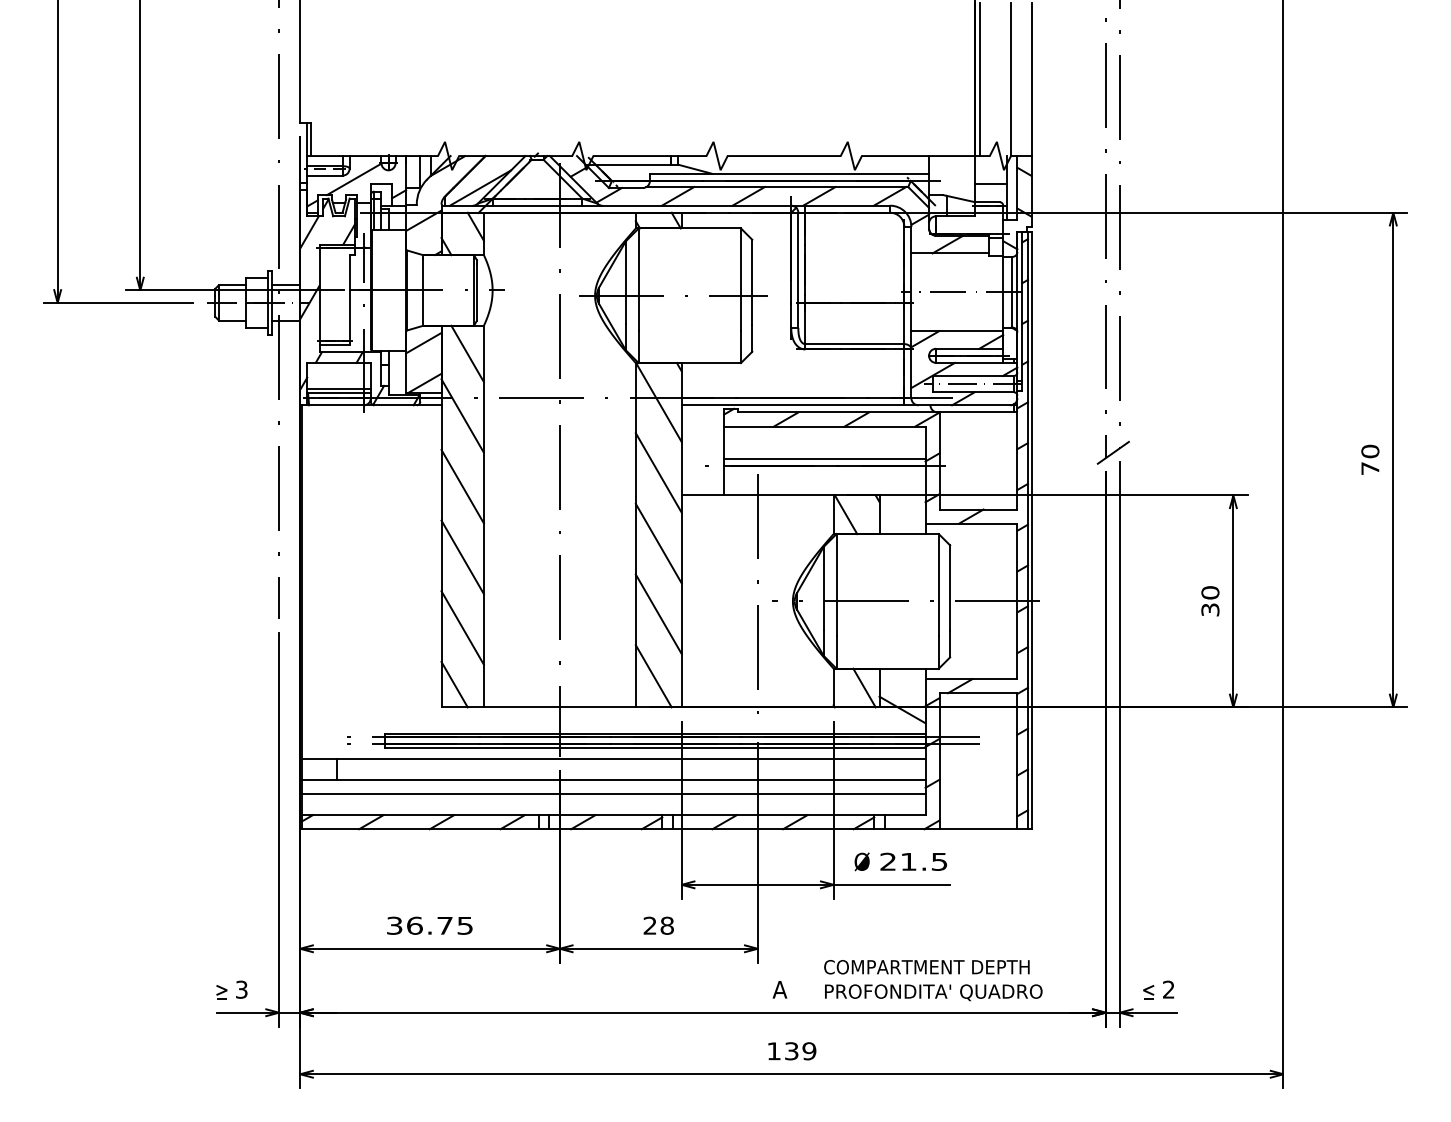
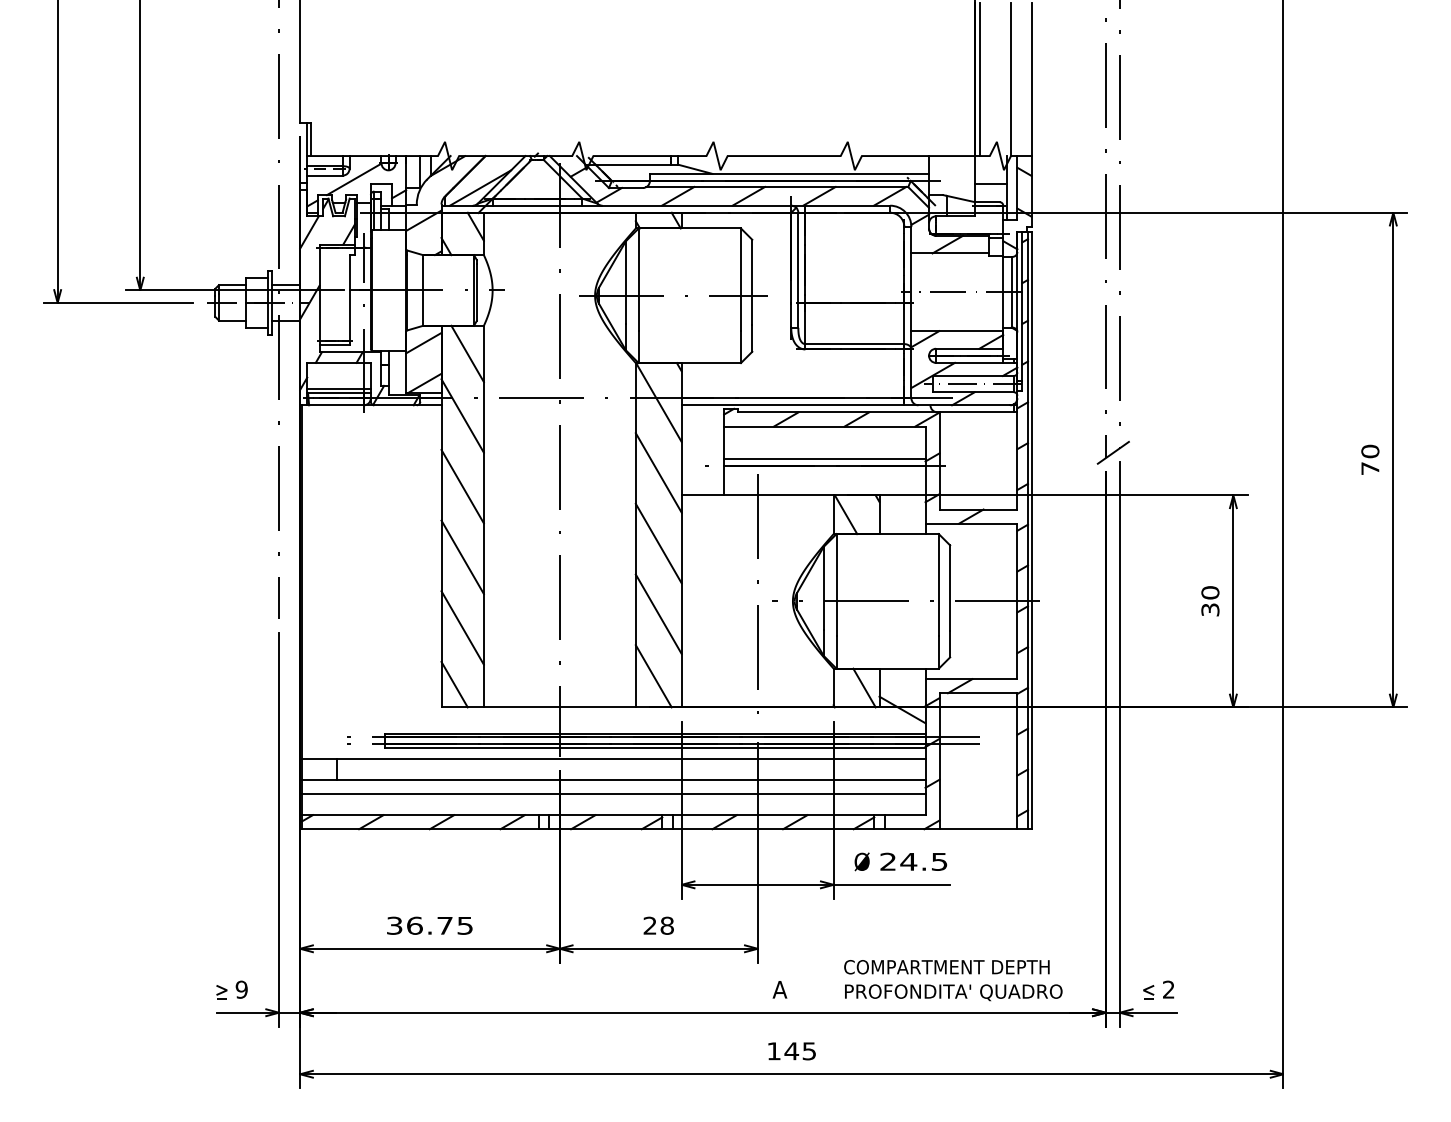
text at (908, 861): 21.5 -> 24.5
text at (933, 980) position: (933, 980) -> (953, 980)
text at (241, 989): 3 -> 9
text at (800, 1051): 139 -> 145
